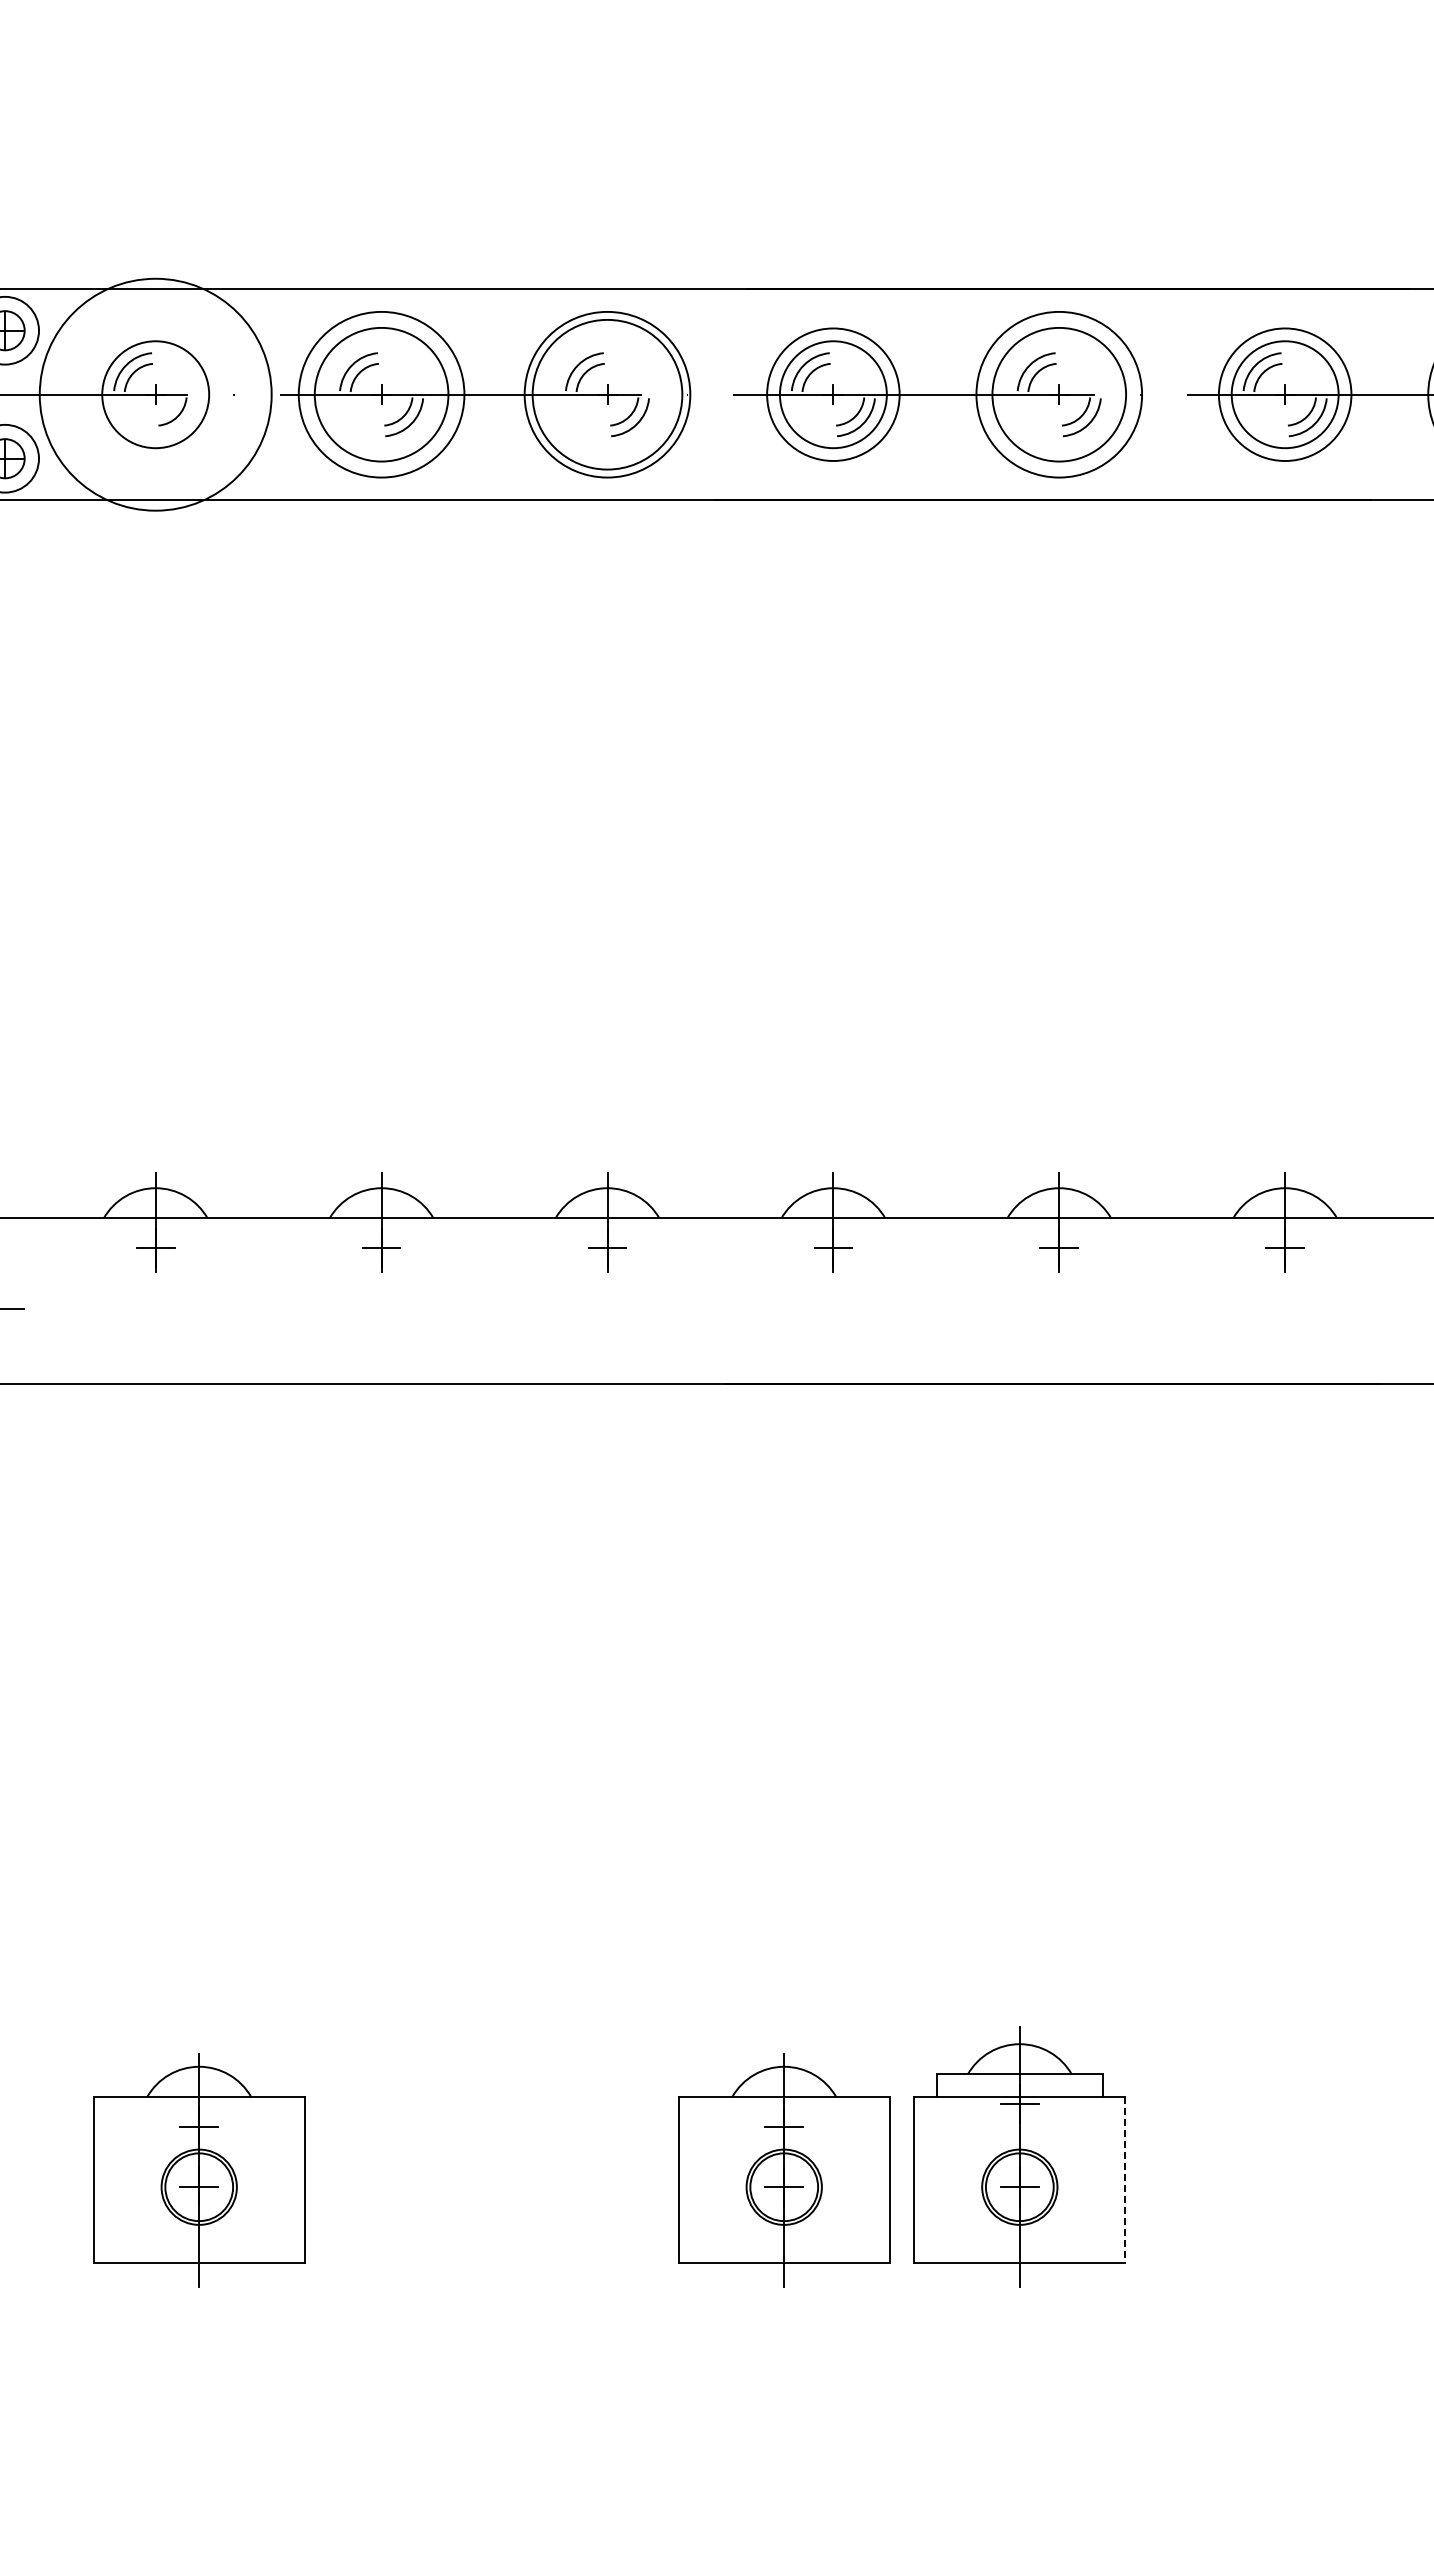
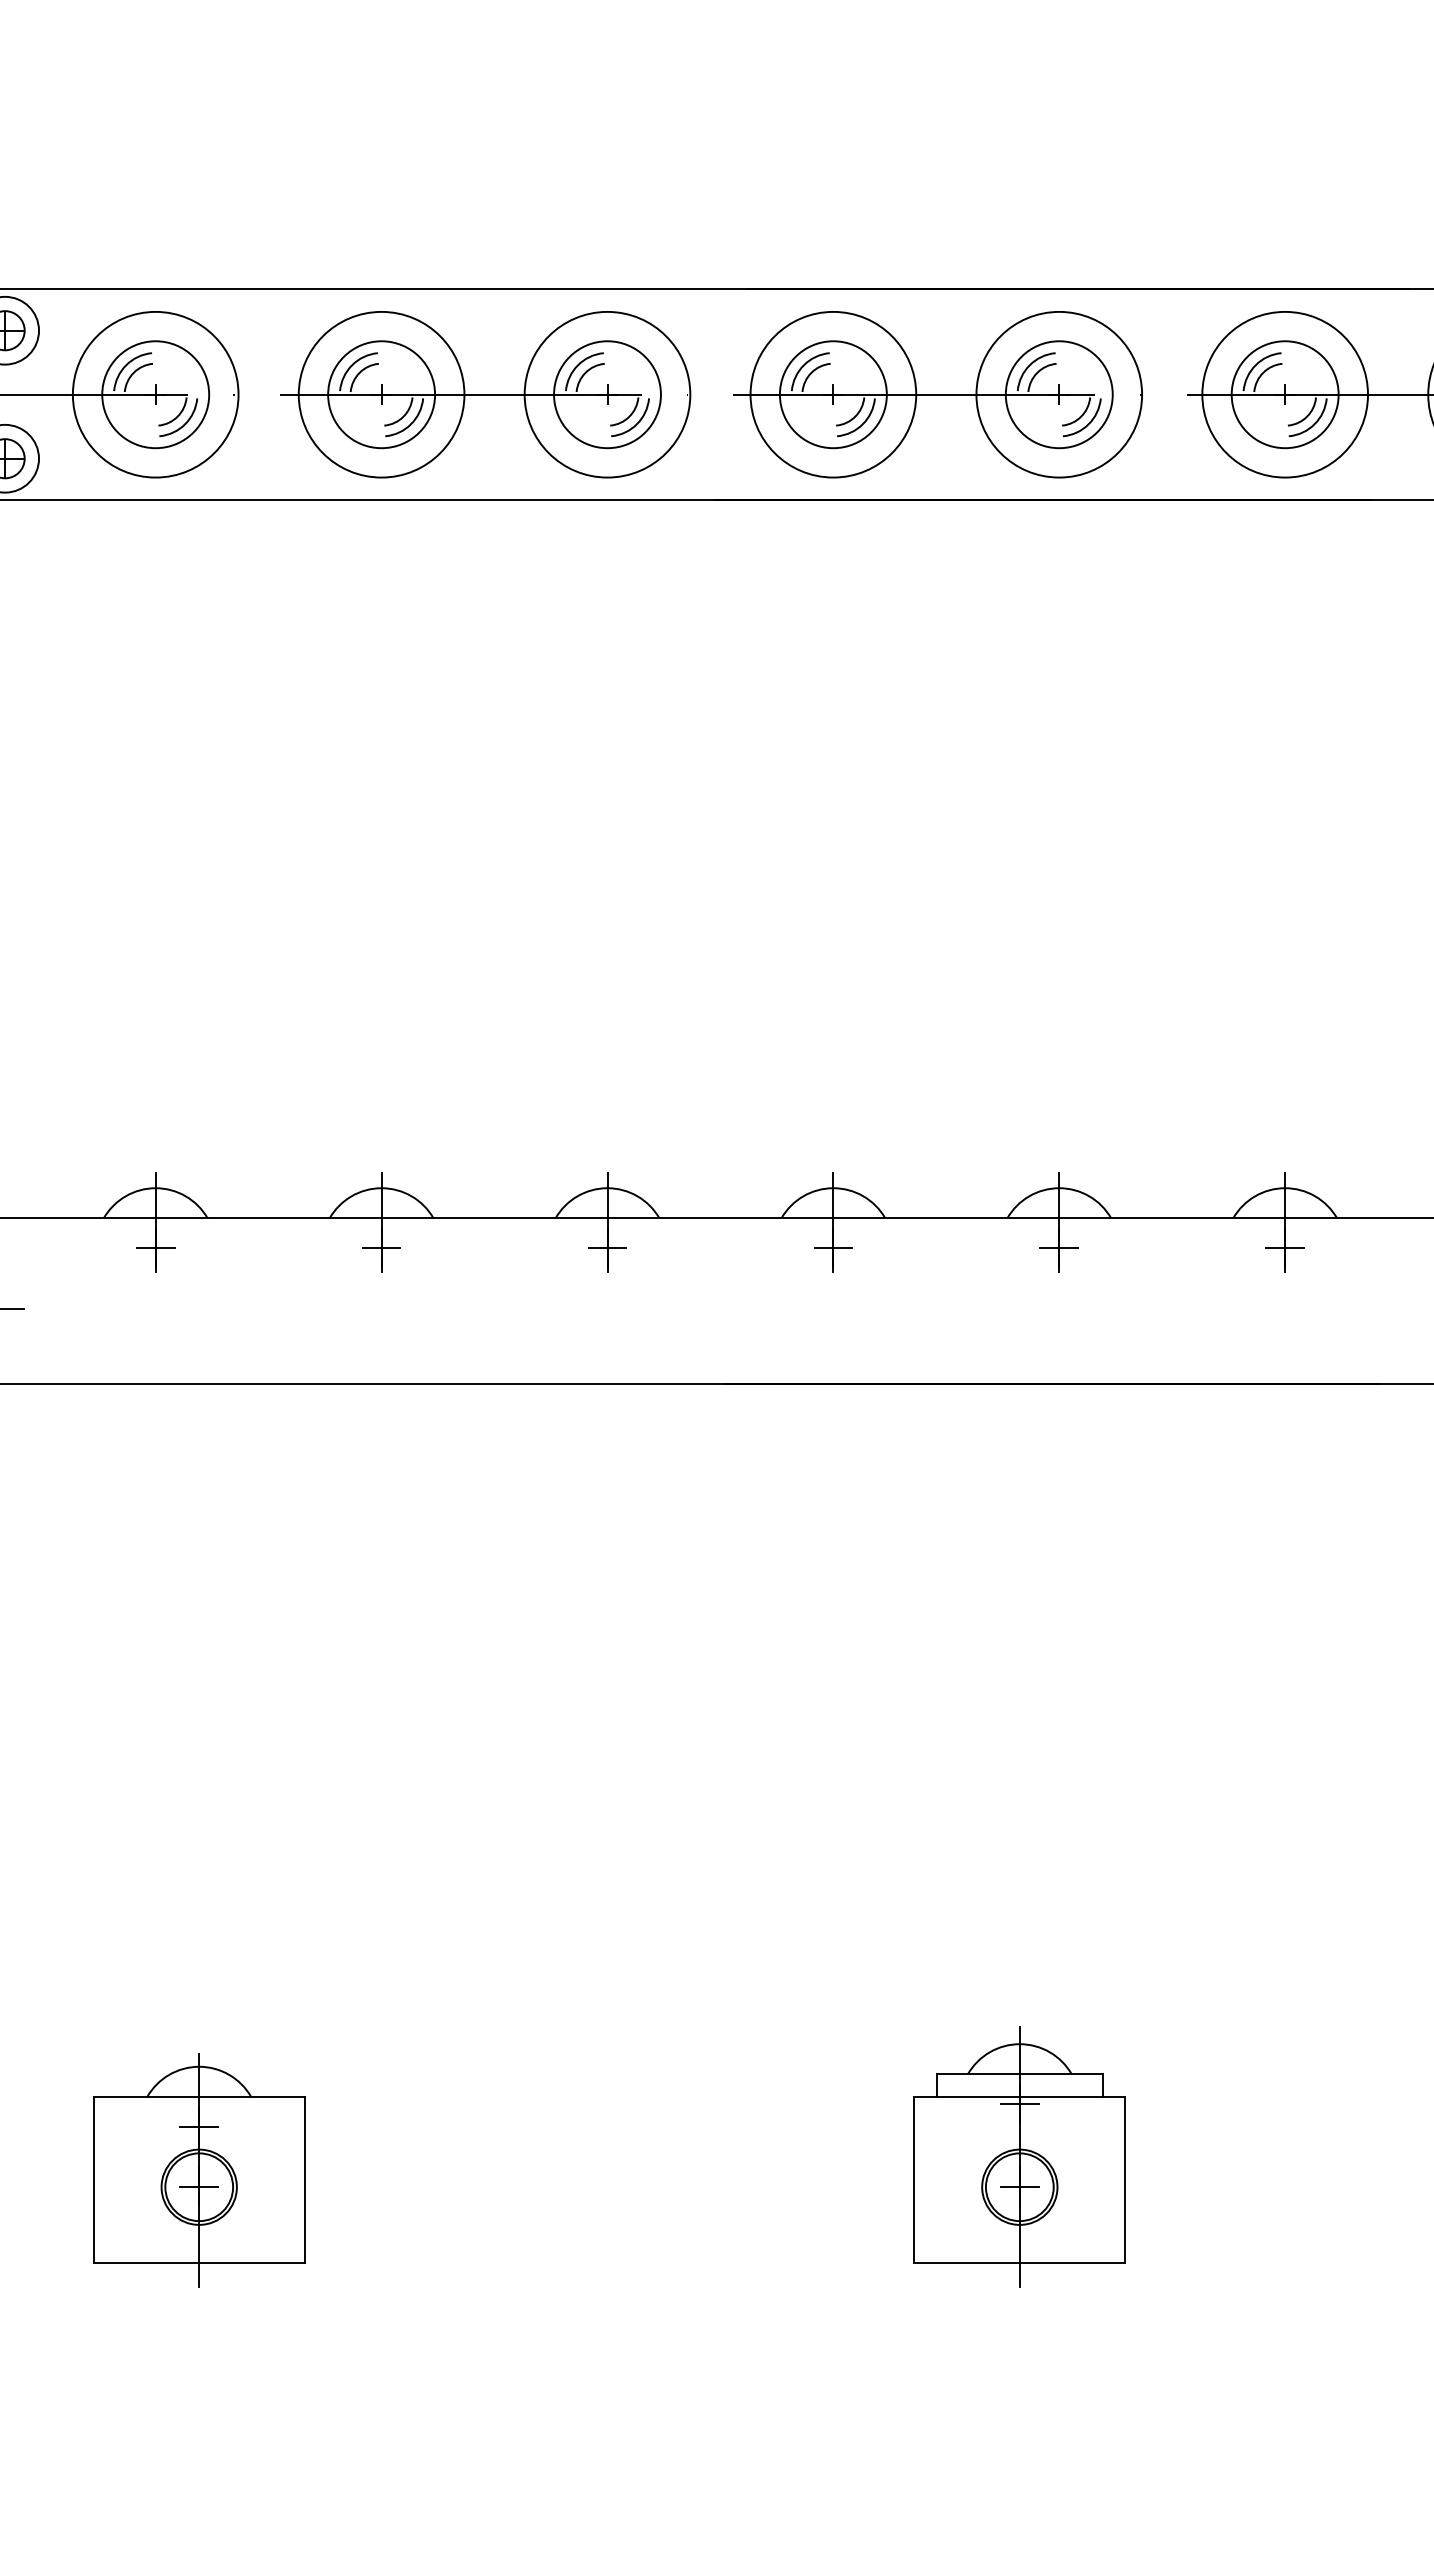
circle at (155, 394) diameter: 232 px -> 166 px
circle at (381, 394) diameter: 134 px -> 107 px
circle at (607, 394) diameter: 150 px -> 107 px
circle at (833, 394) diameter: 133 px -> 166 px
circle at (1059, 394) diameter: 134 px -> 107 px
circle at (1284, 394) diameter: 133 px -> 166 px
arc at (184, 423): none -> present
part at (784, 2170): present -> none
line at (1125, 2179): dashed -> solid
